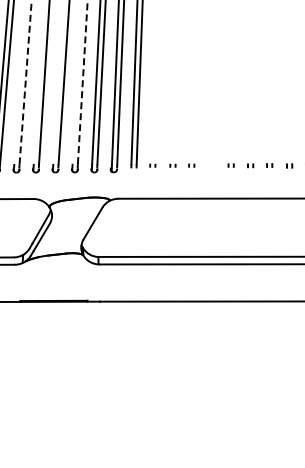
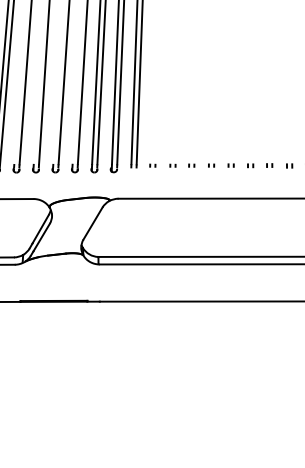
line at (25, 82): dashed -> solid
line at (82, 82): dashed -> solid
part at (211, 165): none -> present
